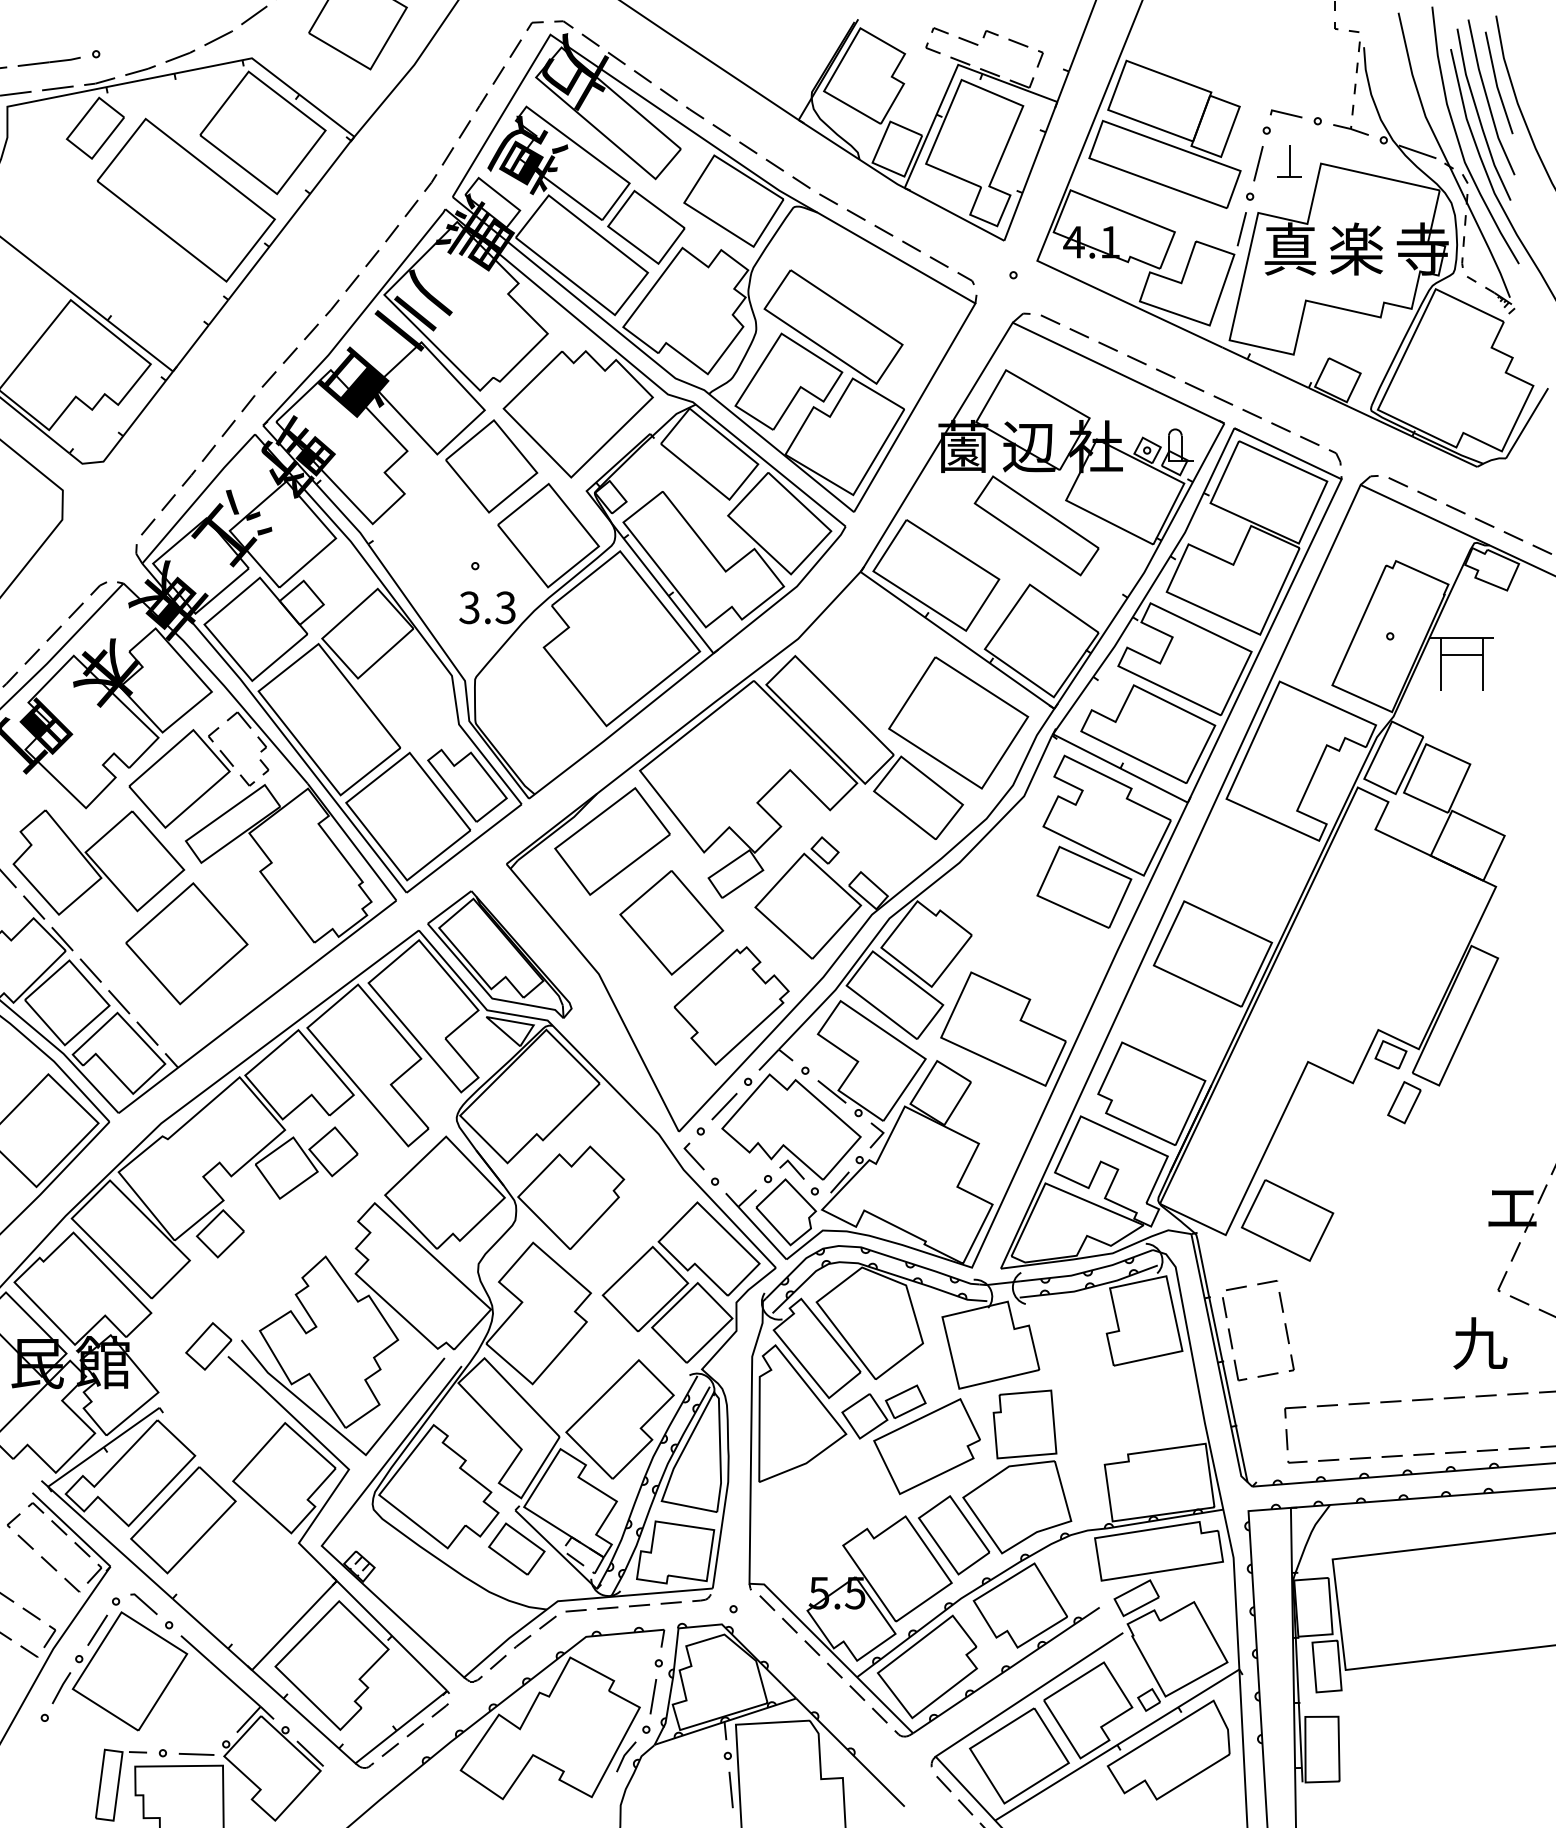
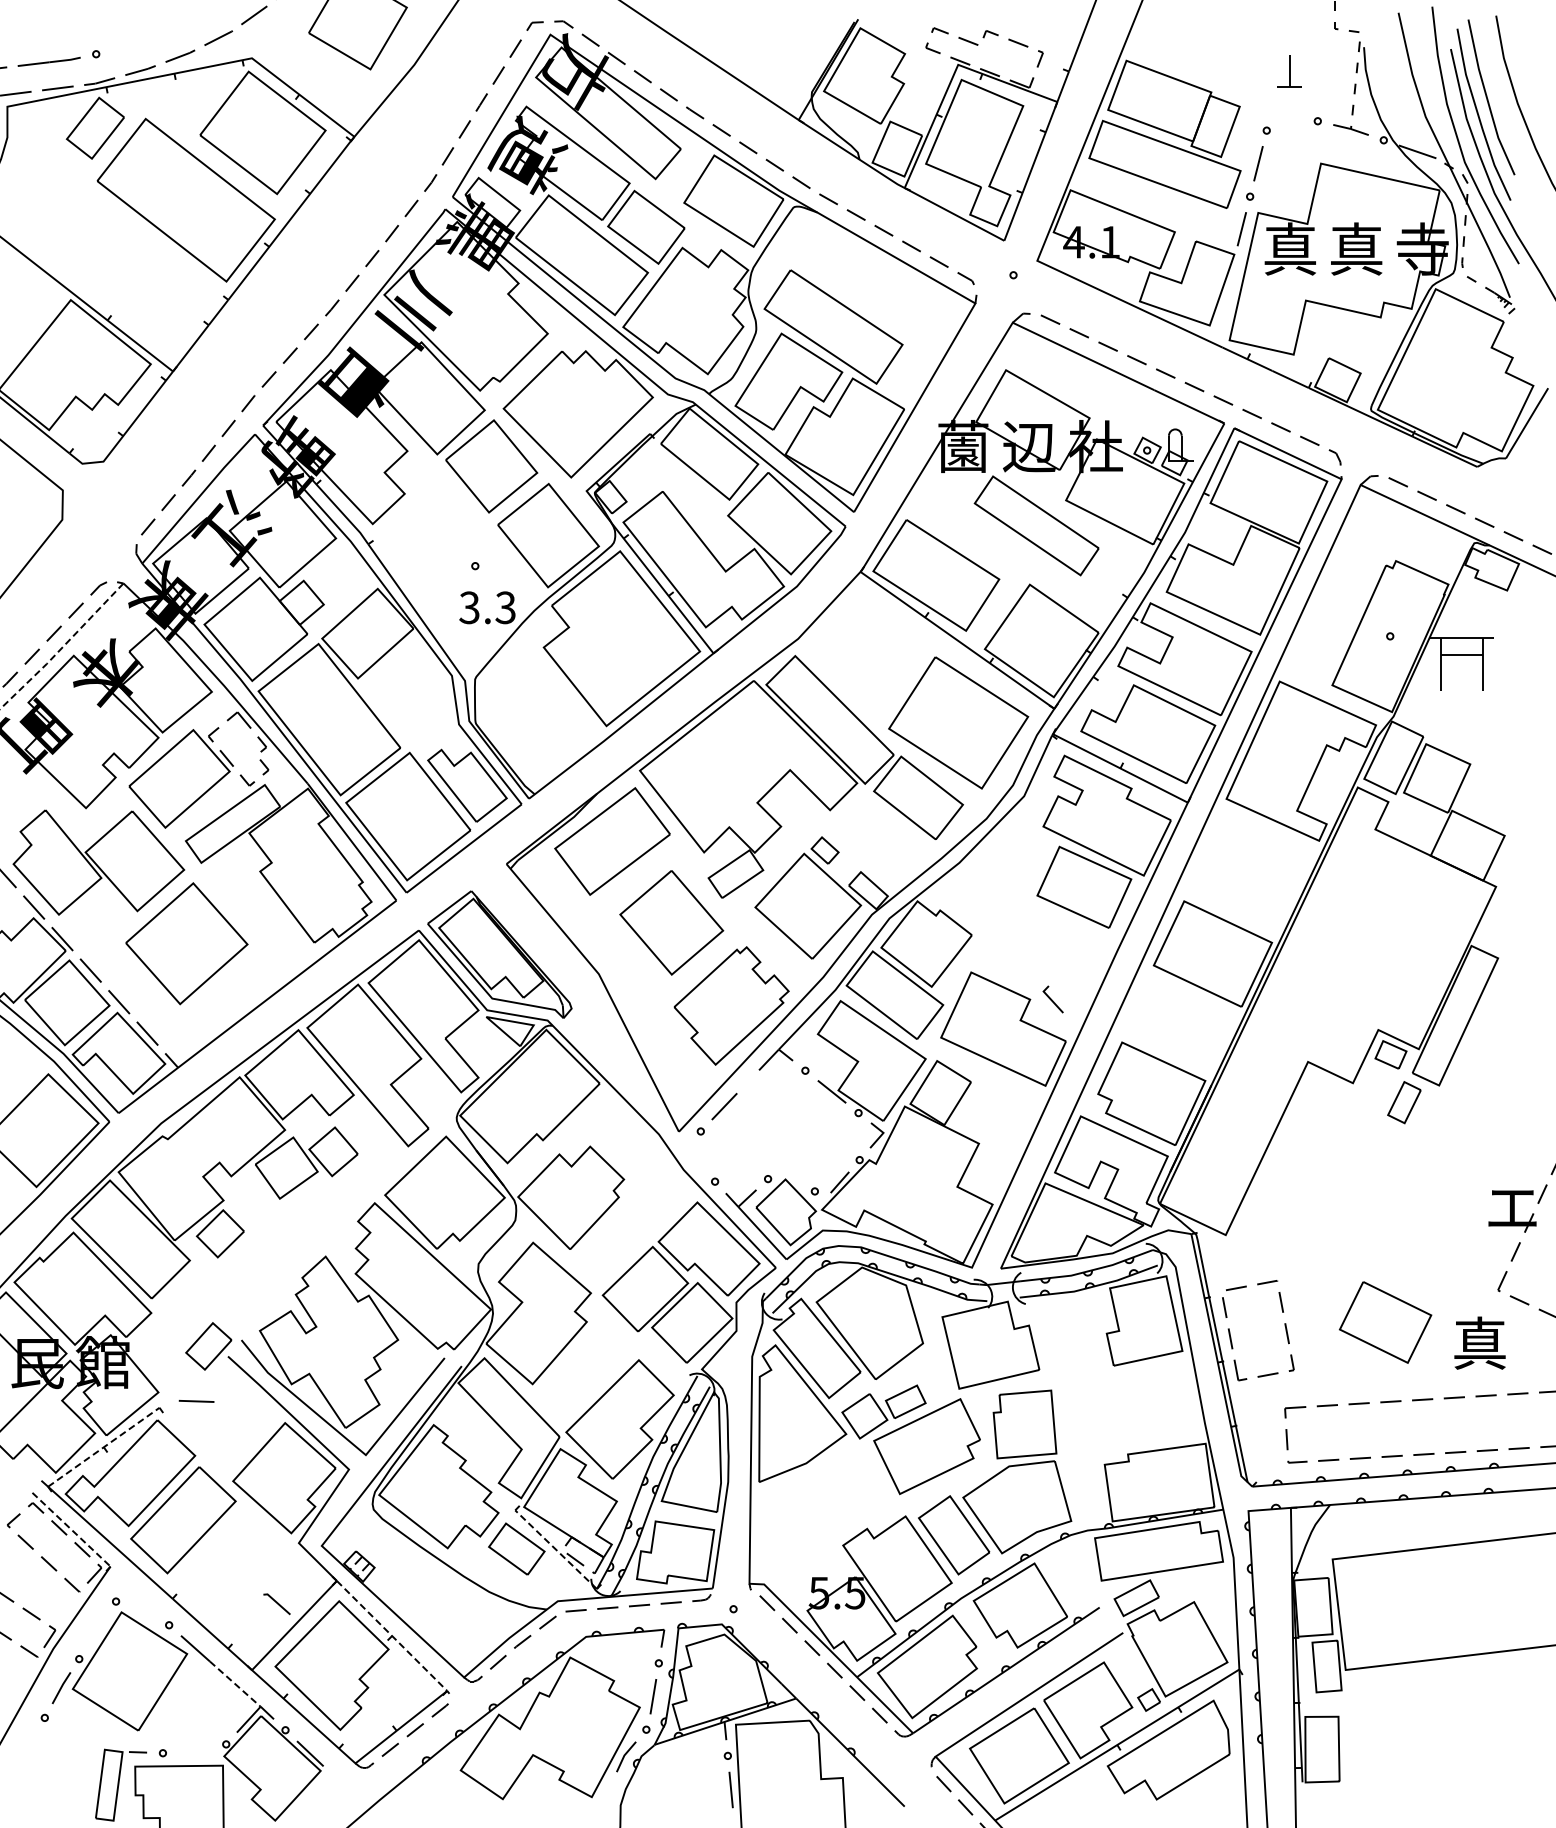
line at (1497, 82): present -> none
line at (1286, 113): present -> none
part at (1289, 161) position: (1289, 161) -> (1289, 71)
text at (1356, 248): 楽 -> 真
line at (62, 647): solid -> dashed
part at (791, 1126): present -> none
line at (693, 1156) position: (693, 1156) -> (1052, 999)
part at (1287, 1220) position: (1287, 1220) -> (1385, 1322)
text at (1480, 1342): 九 -> 真
line at (104, 1446): solid -> dashed
line at (71, 1529): solid -> dashed
line at (556, 1549): solid -> dashed
line at (143, 1603) position: (143, 1603) -> (276, 1603)
line at (97, 1629): present -> none
line at (392, 1635): solid -> dashed
line at (235, 1684): solid -> dashed
line at (196, 1754) position: (196, 1754) -> (196, 1401)
